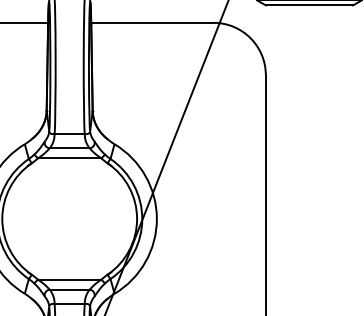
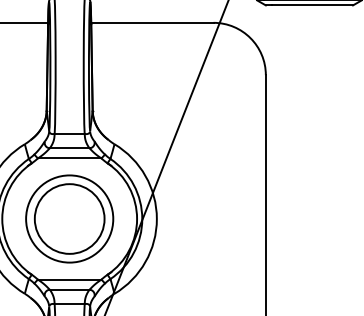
part at (69, 218): none -> present
